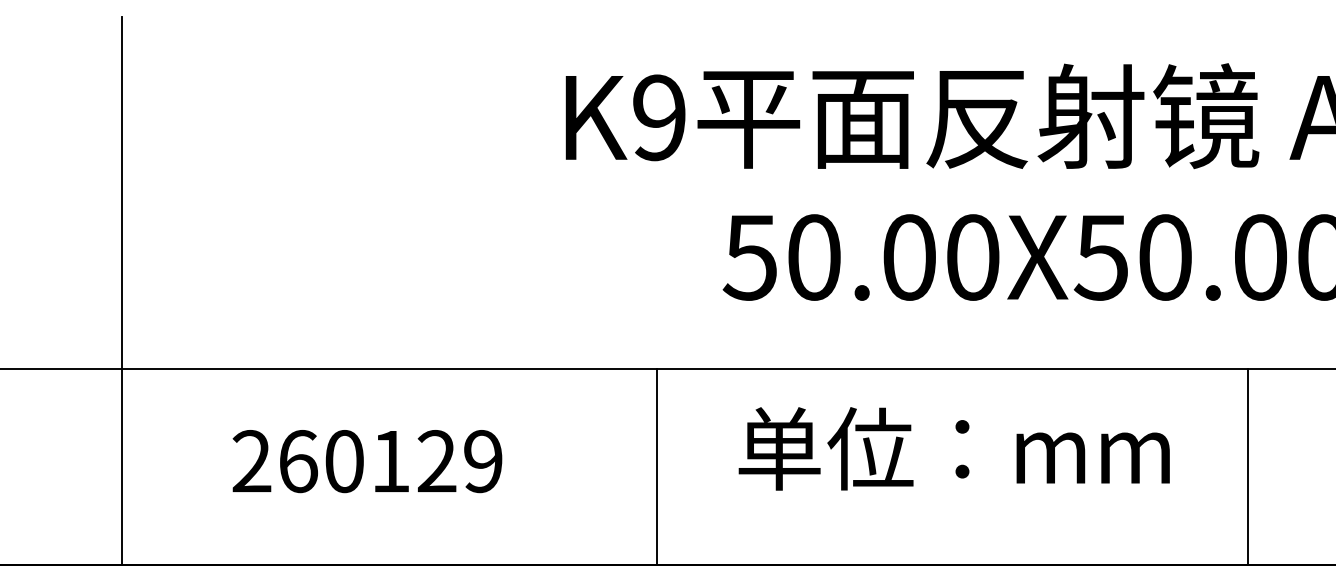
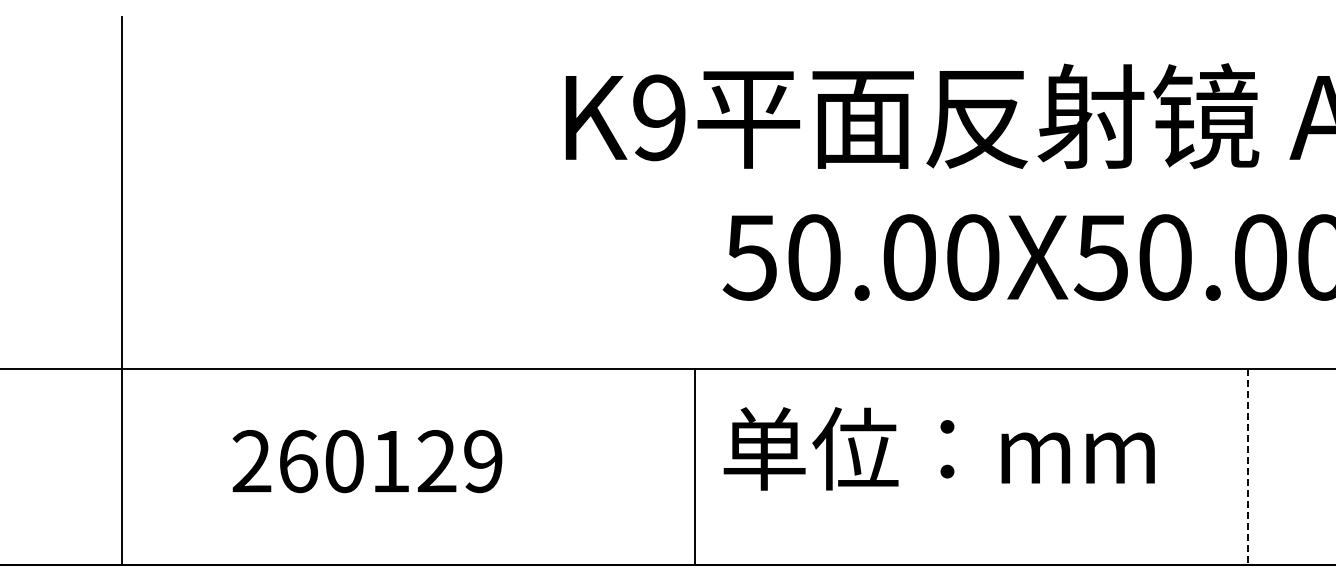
text at (953, 448) position: (953, 448) -> (938, 448)
line at (656, 466) position: (656, 466) -> (694, 466)
line at (1247, 466): solid -> dashed
